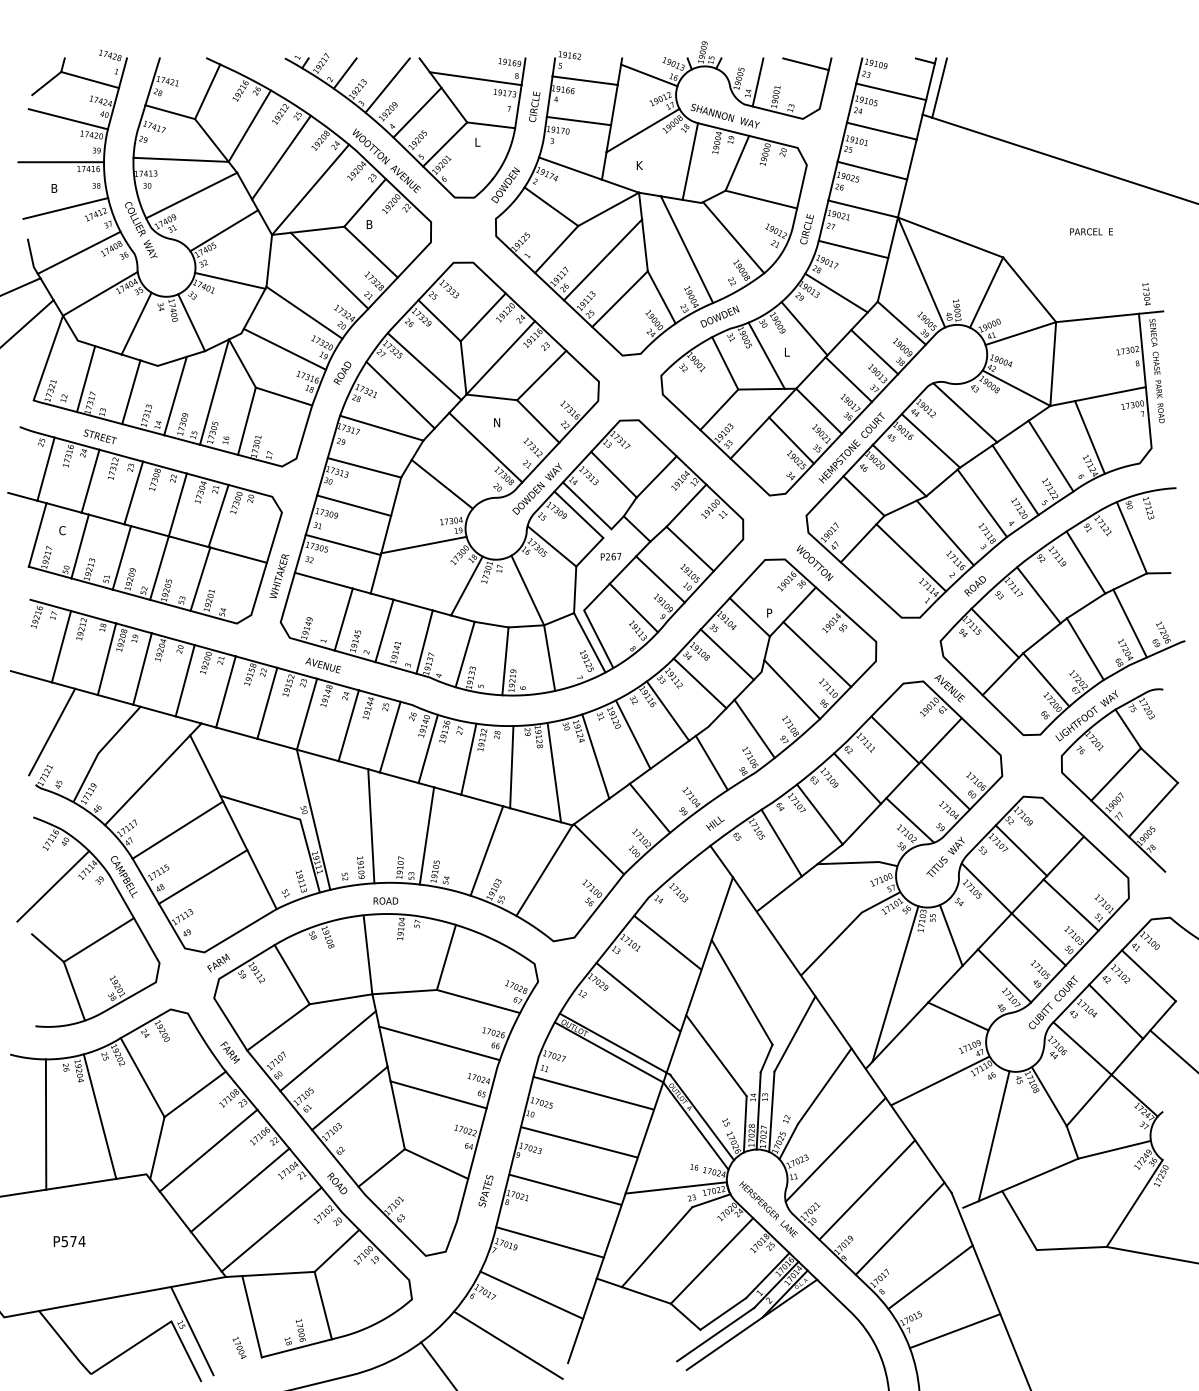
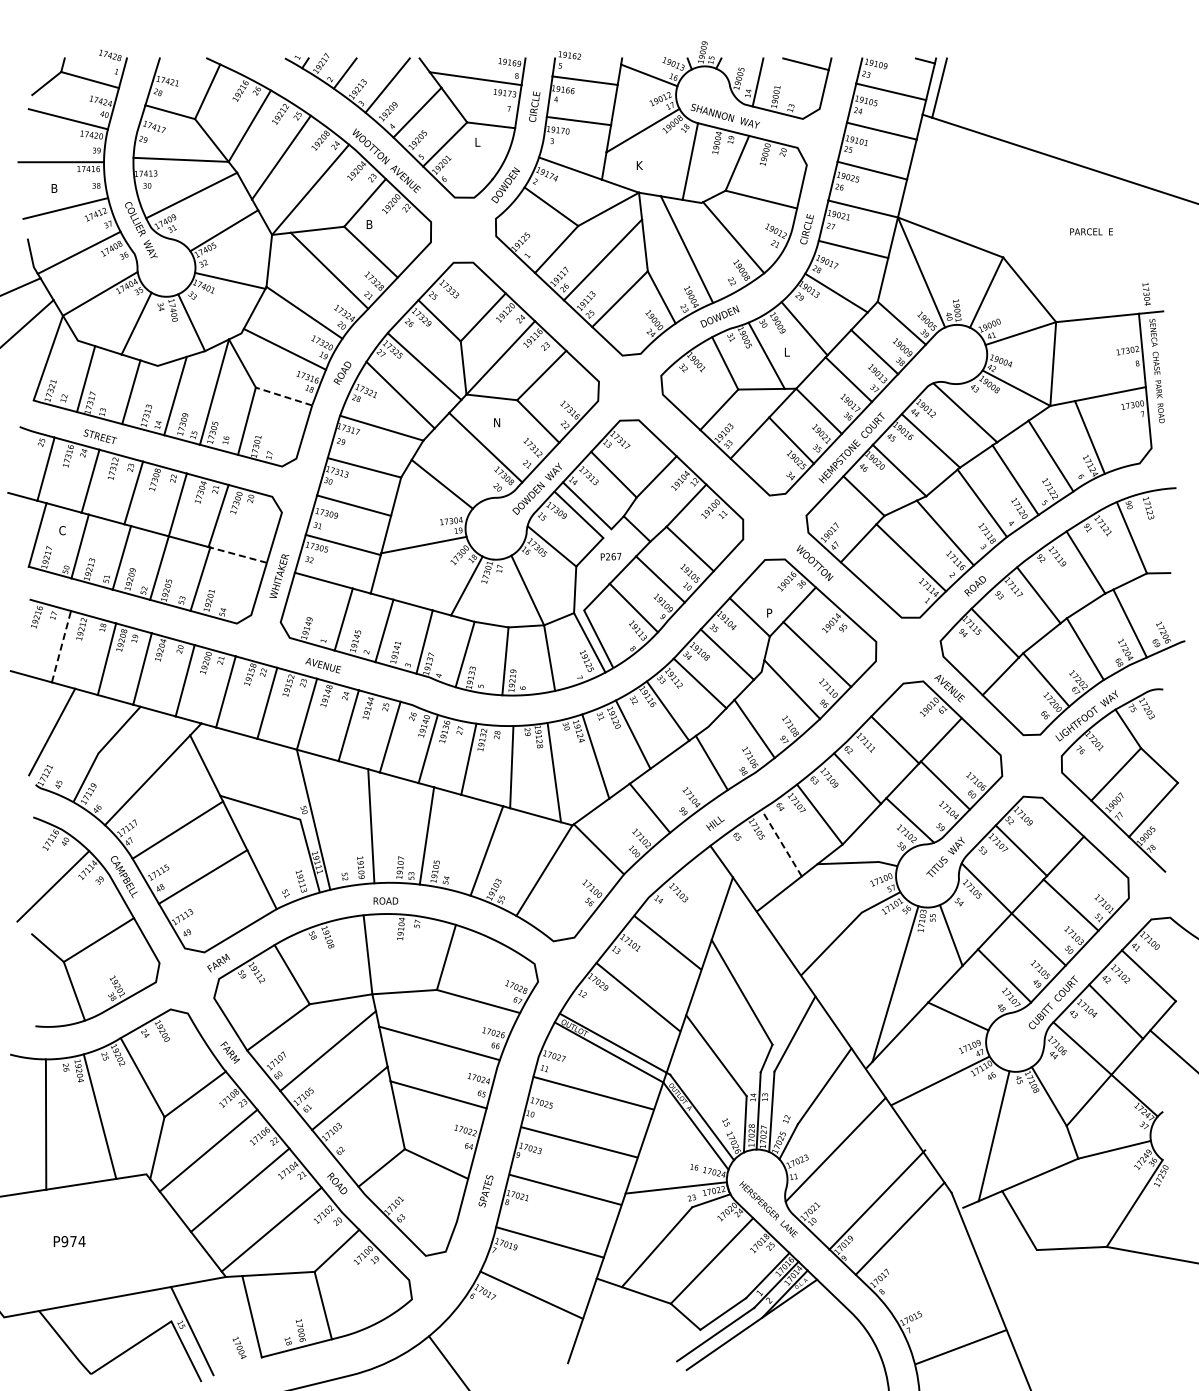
line at (284, 396): solid -> dashed
line at (238, 555): solid -> dashed
line at (61, 646): solid -> dashed
line at (781, 843): solid -> dashed
line at (867, 1189) position: (867, 1189) -> (877, 1199)
text at (64, 1241): P574 -> P974
line at (930, 1277): present -> none
line at (954, 1331) position: (954, 1331) -> (960, 1347)
line at (508, 1344): present -> none
line at (437, 1364) position: (437, 1364) -> (448, 1361)
